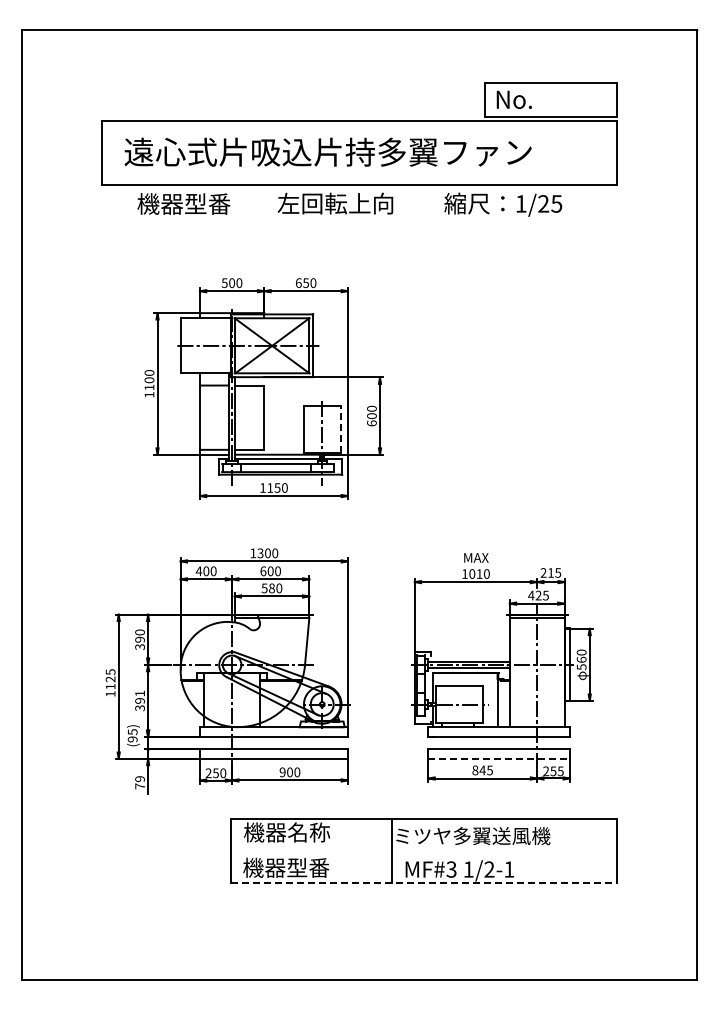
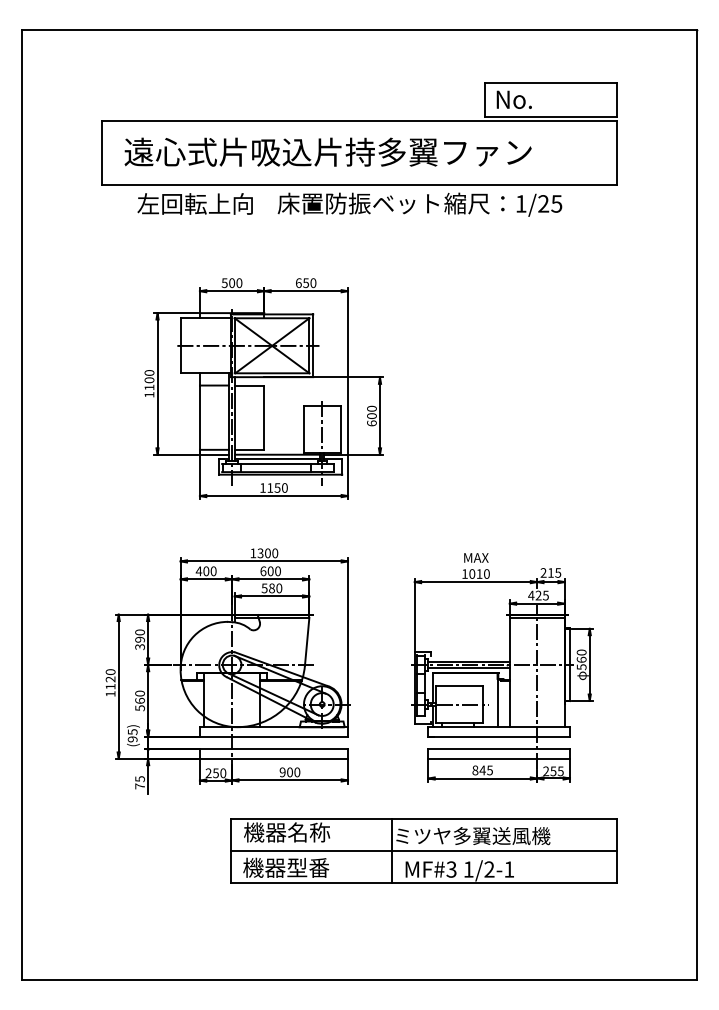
text at (194, 203): 機器型番 -> 左回転上向
text at (357, 203): 左回転上向 -> 床置防振ベット
line at (340, 429): dashed -> solid
text at (110, 672): 1125 -> 1120
text at (139, 700): 391 -> 560
line at (499, 758): dashed -> solid
text at (139, 779): 79 -> 75
line at (423, 850): none -> present
line at (424, 883): dashed -> solid
